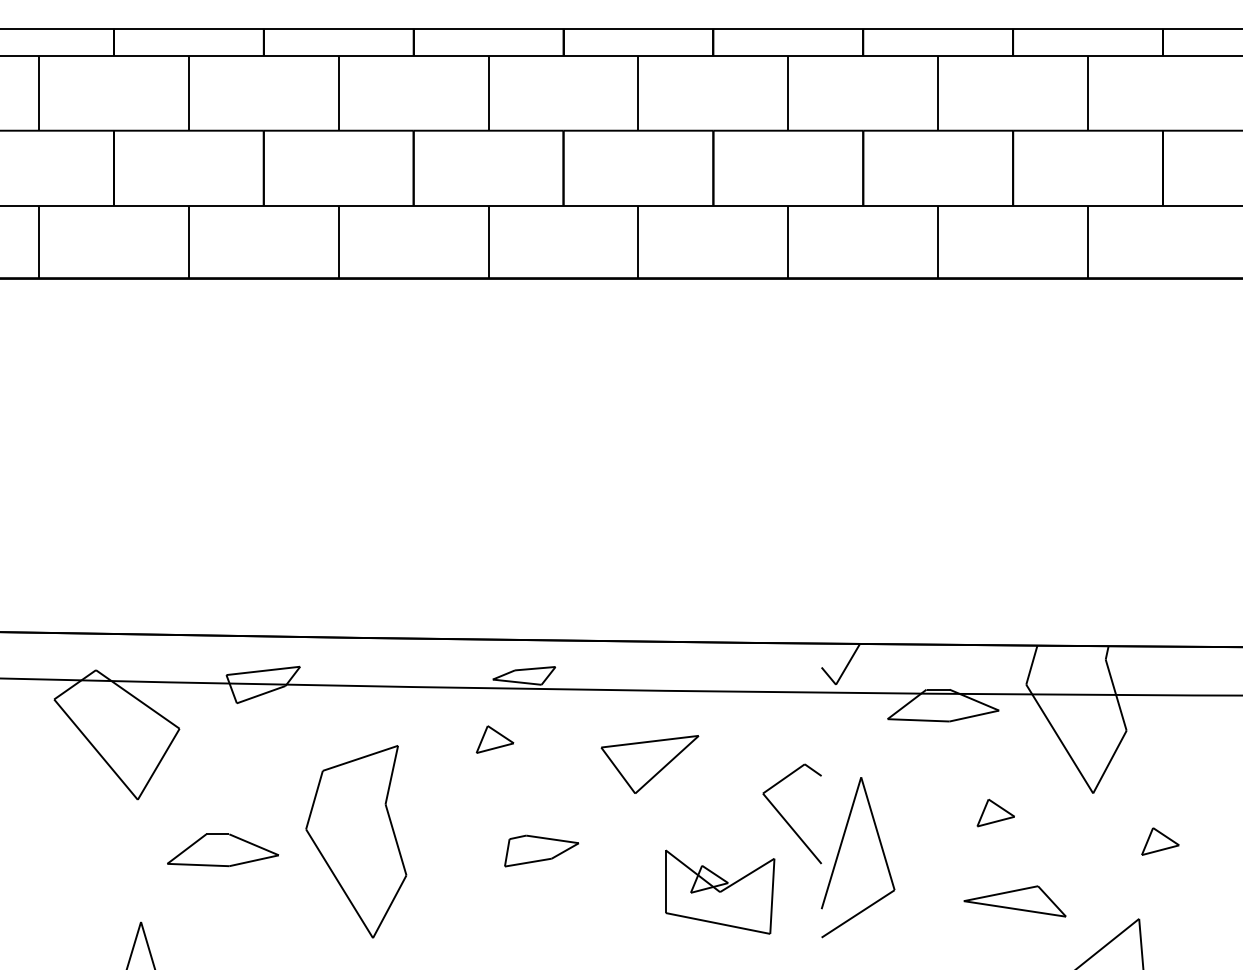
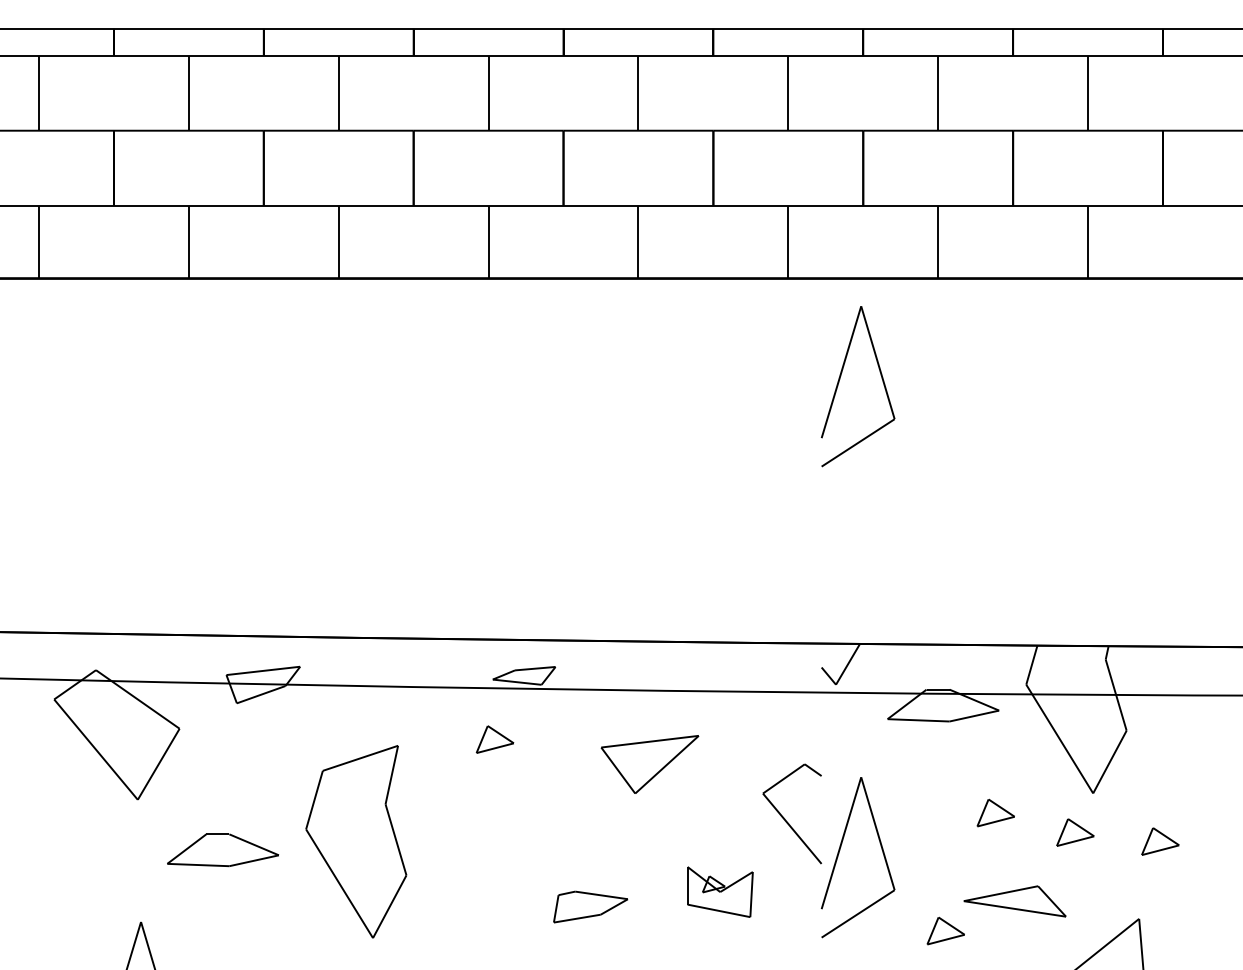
part at (840, 379): none -> present
part at (1075, 832): none -> present
part at (541, 850) position: (541, 850) -> (590, 906)
part at (720, 891) size: 111x86 px -> 67x52 px
part at (945, 930): none -> present
